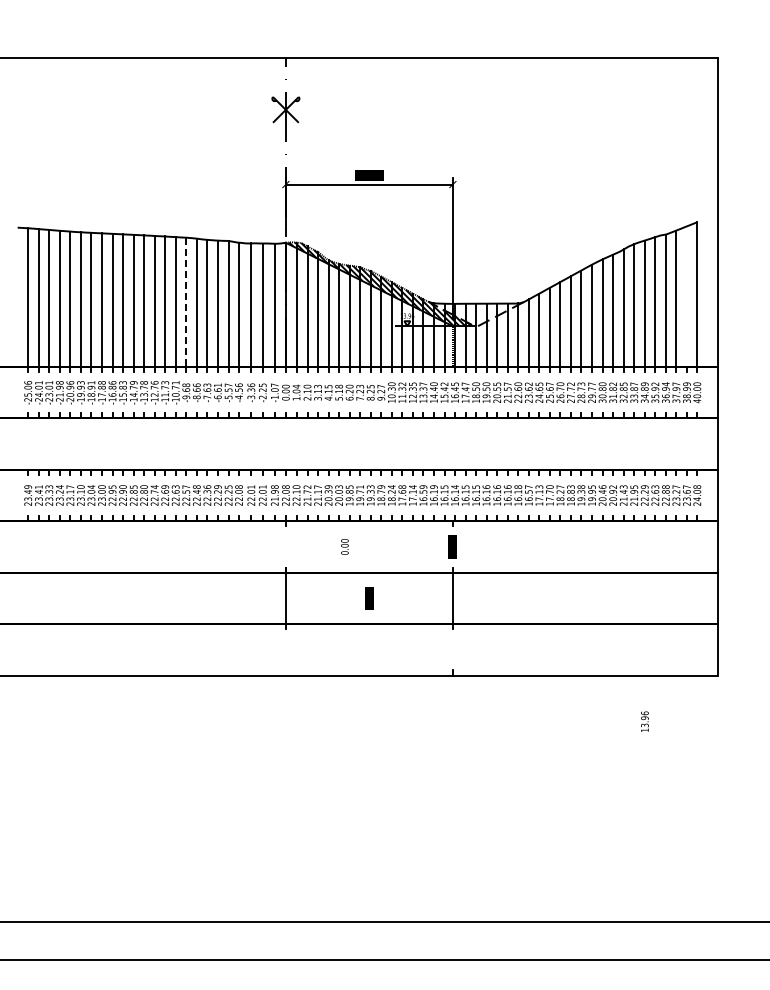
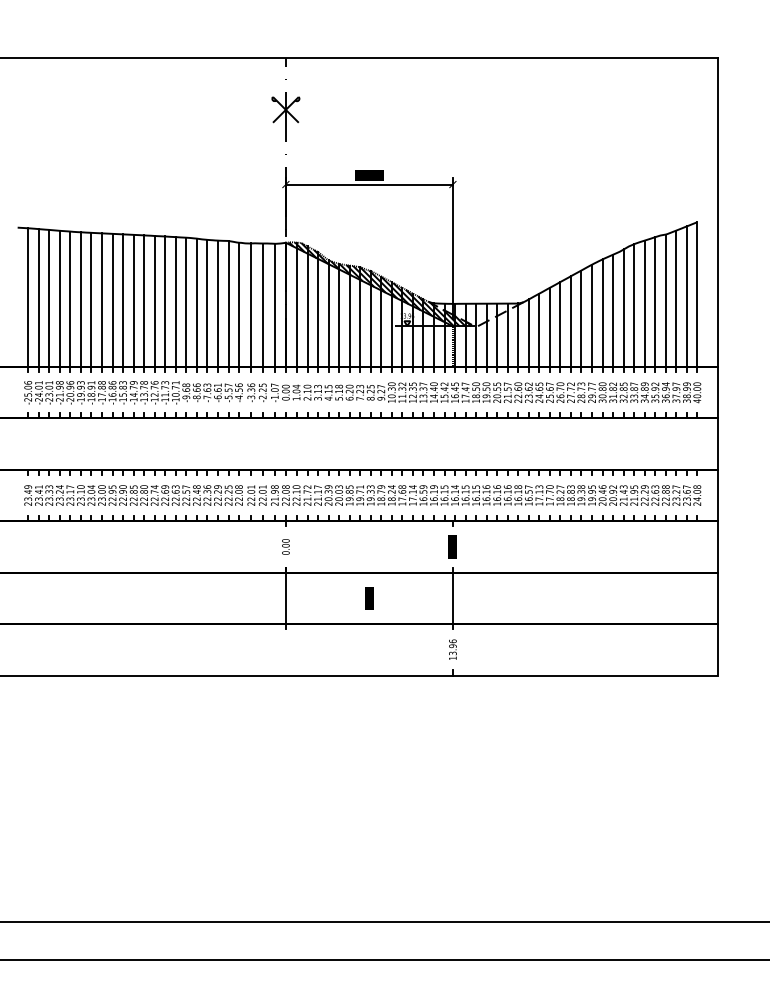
line at (686, 296): none -> present
line at (186, 302): dashed -> solid
text at (344, 546) position: (344, 546) -> (285, 546)
text at (644, 721) position: (644, 721) -> (452, 649)
